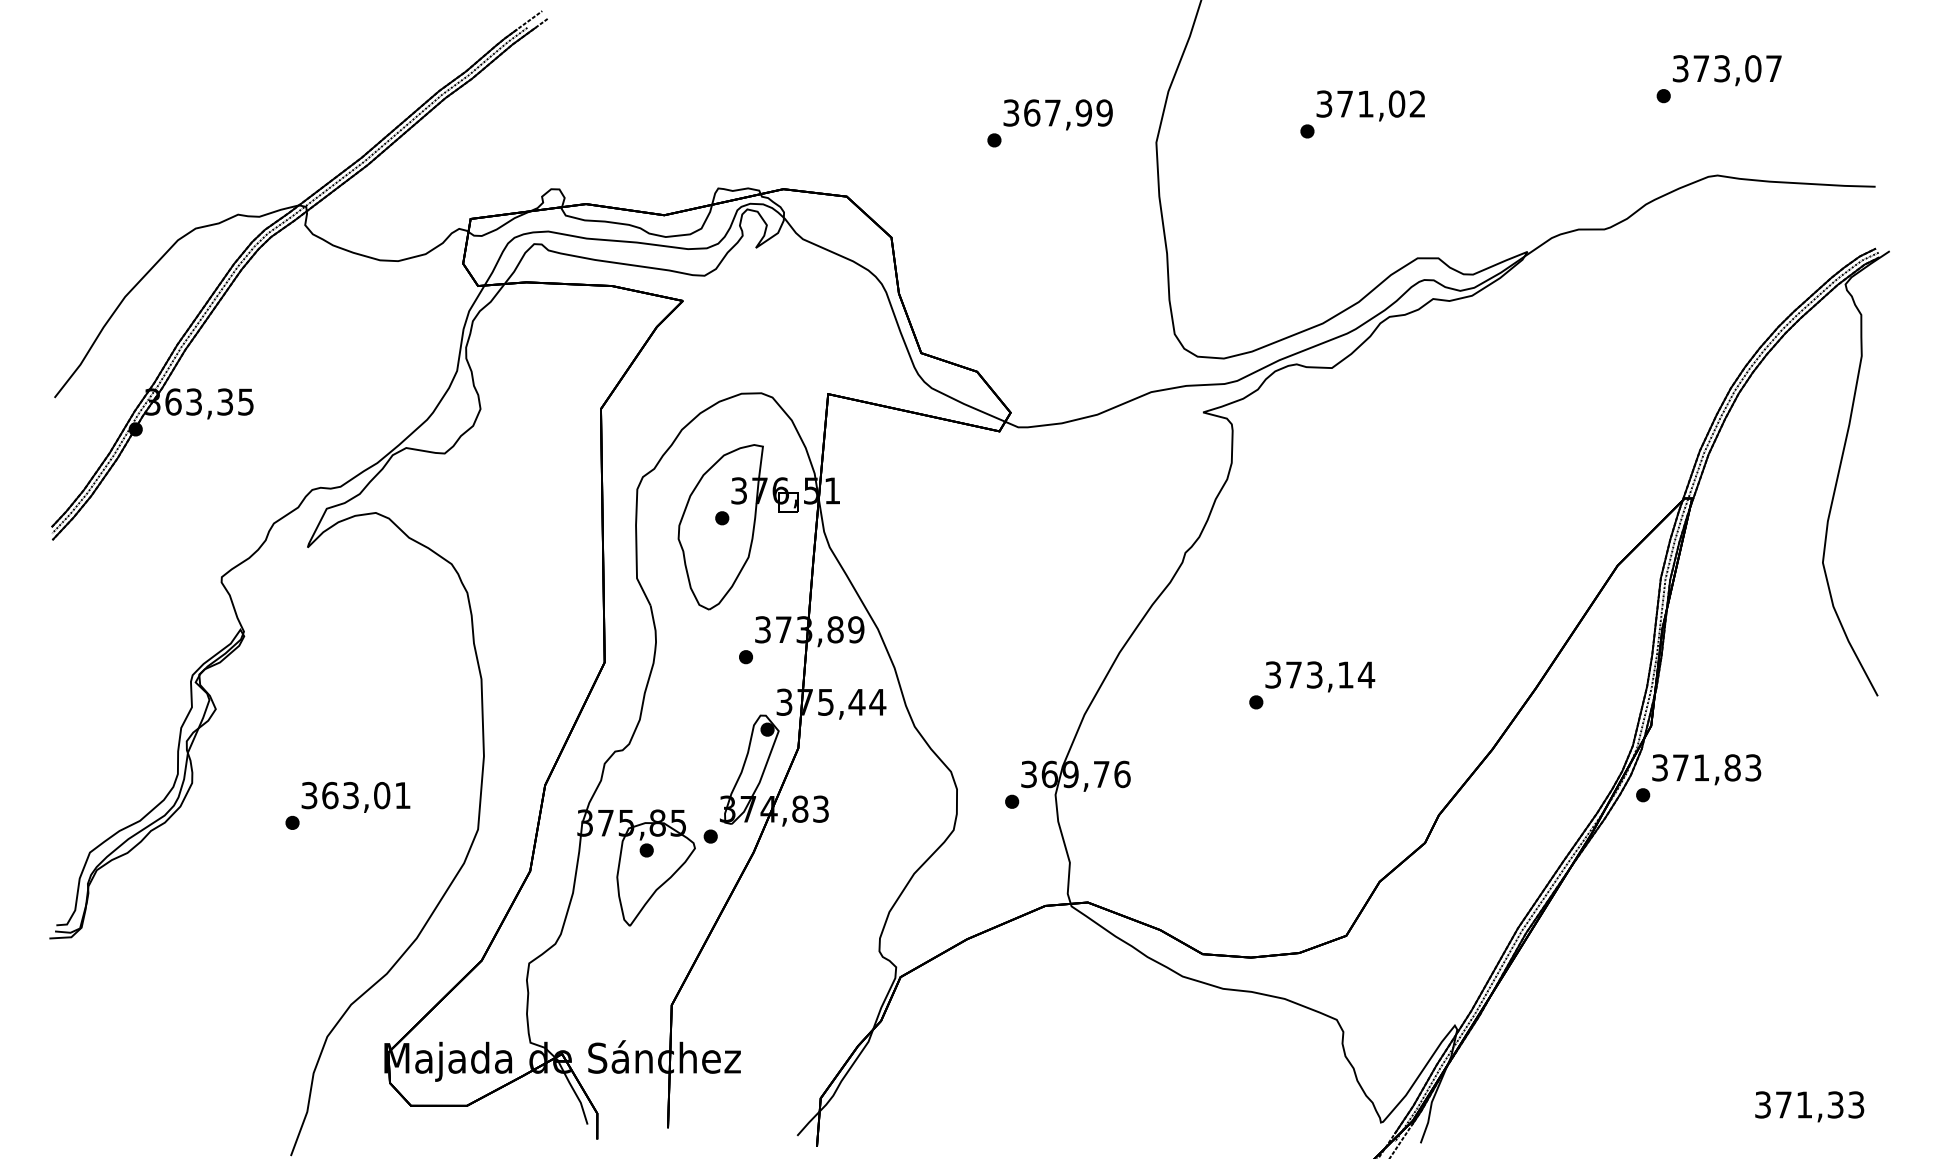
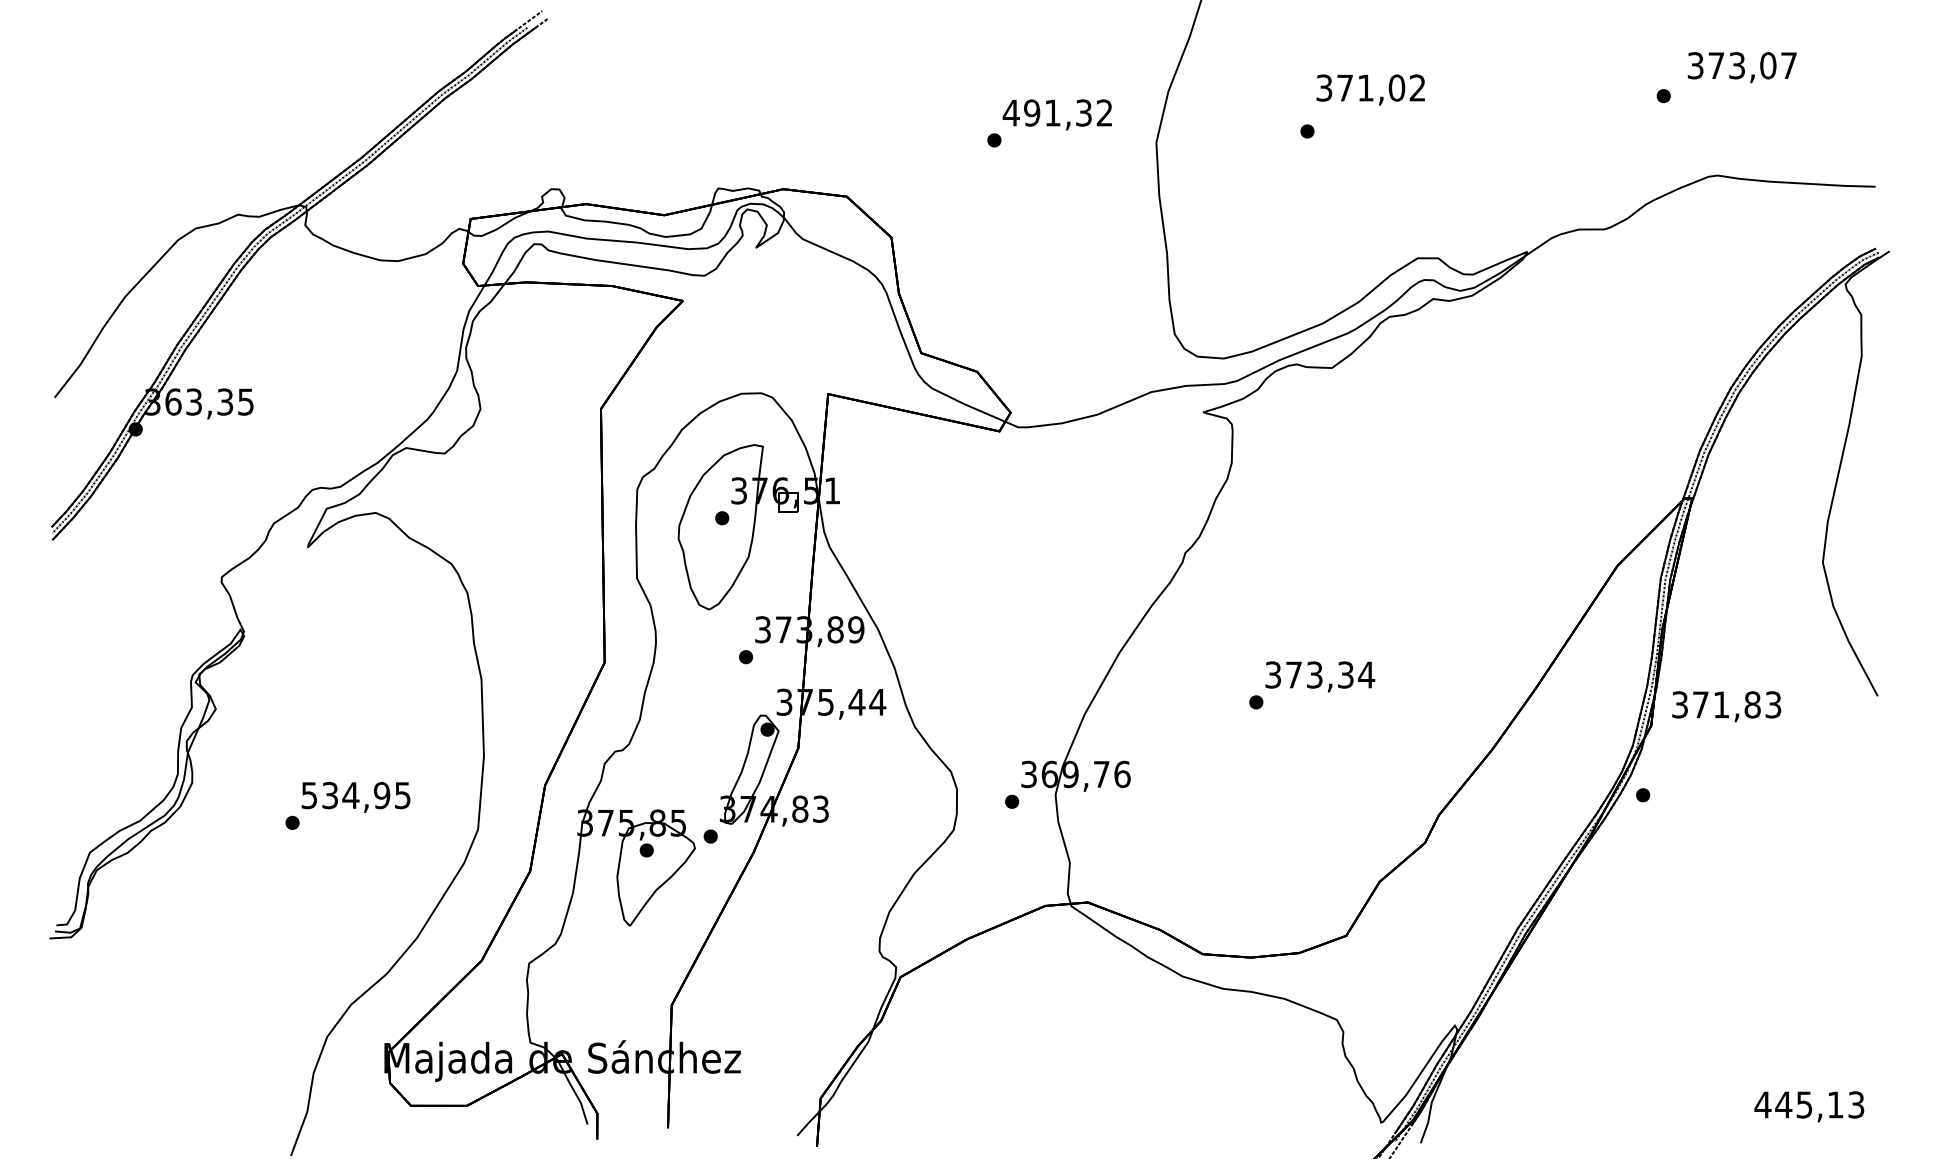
text at (1726, 70) position: (1726, 70) -> (1741, 67)
text at (1370, 105) position: (1370, 105) -> (1370, 89)
text at (1057, 112): 367,99 -> 491,32
text at (1345, 674): 373,14 -> 373,34
text at (1706, 769) position: (1706, 769) -> (1726, 706)
text at (356, 795): 363,01 -> 534,95
text at (1798, 1104): 371,33 -> 445,13
